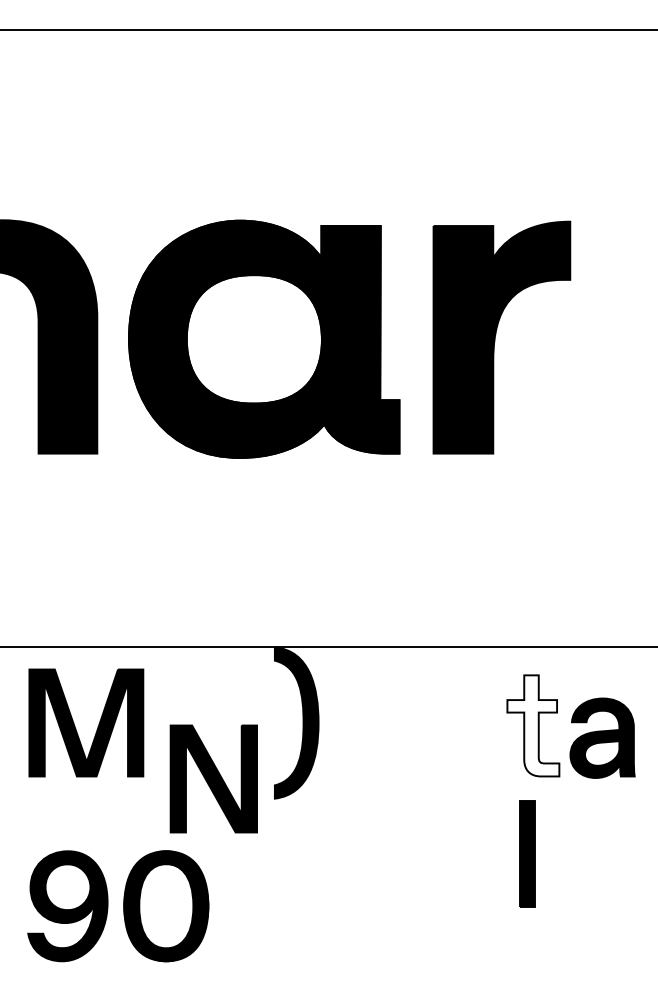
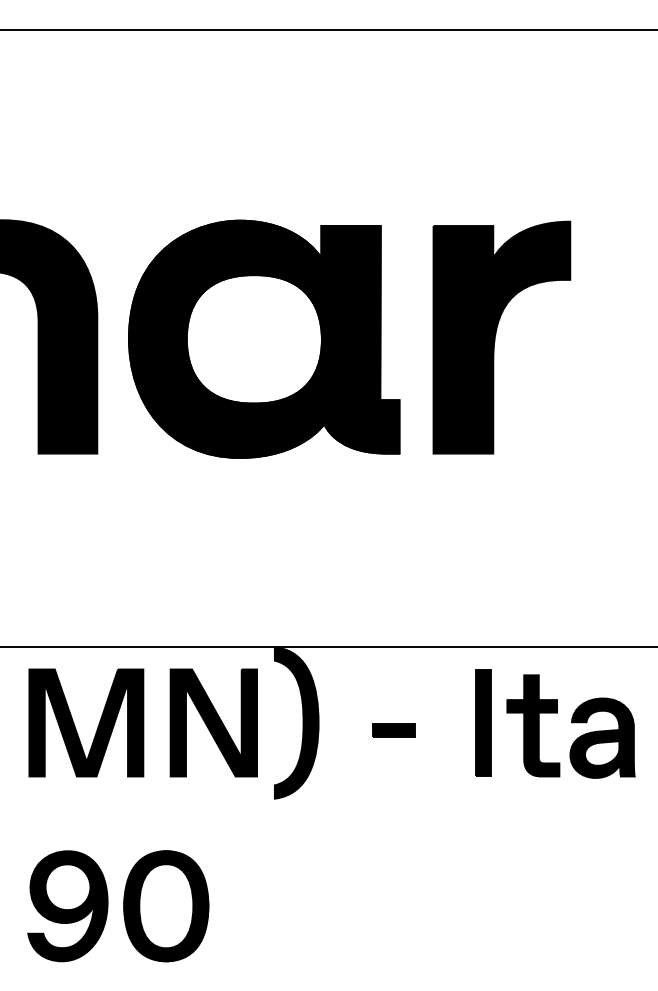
fill at (533, 725): none -> present
part at (393, 730): none -> present
part at (213, 778) position: (213, 778) -> (213, 722)
part at (527, 853) position: (527, 853) -> (483, 722)
